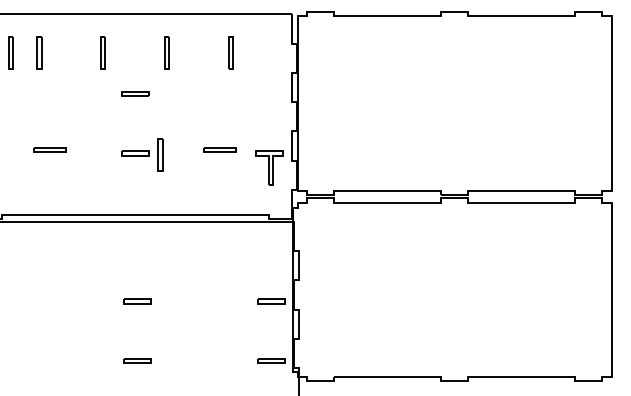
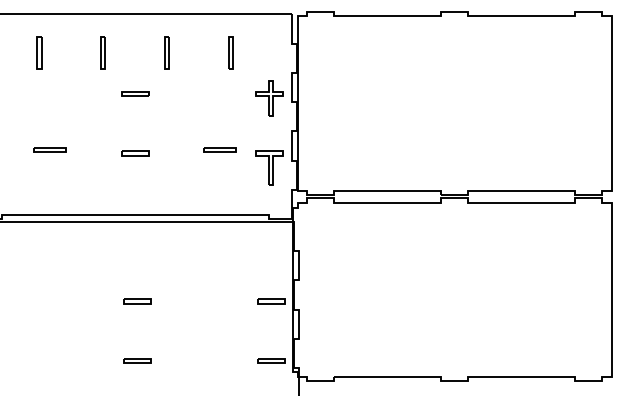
part at (10, 52): present -> none
part at (269, 98): none -> present
part at (160, 154): present -> none
